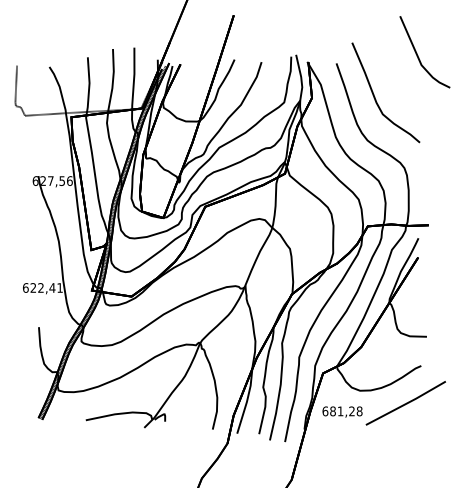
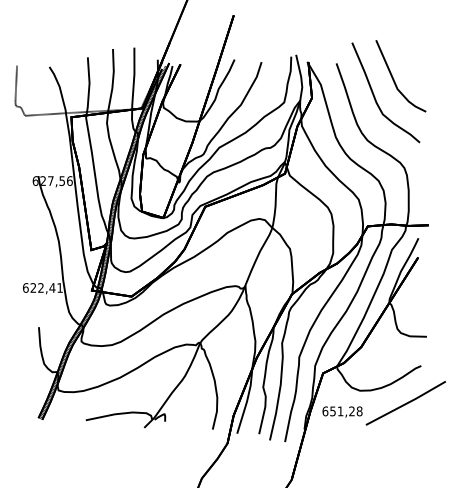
part at (418, 55) position: (418, 55) -> (394, 79)
text at (332, 411): 681,28 -> 651,28
